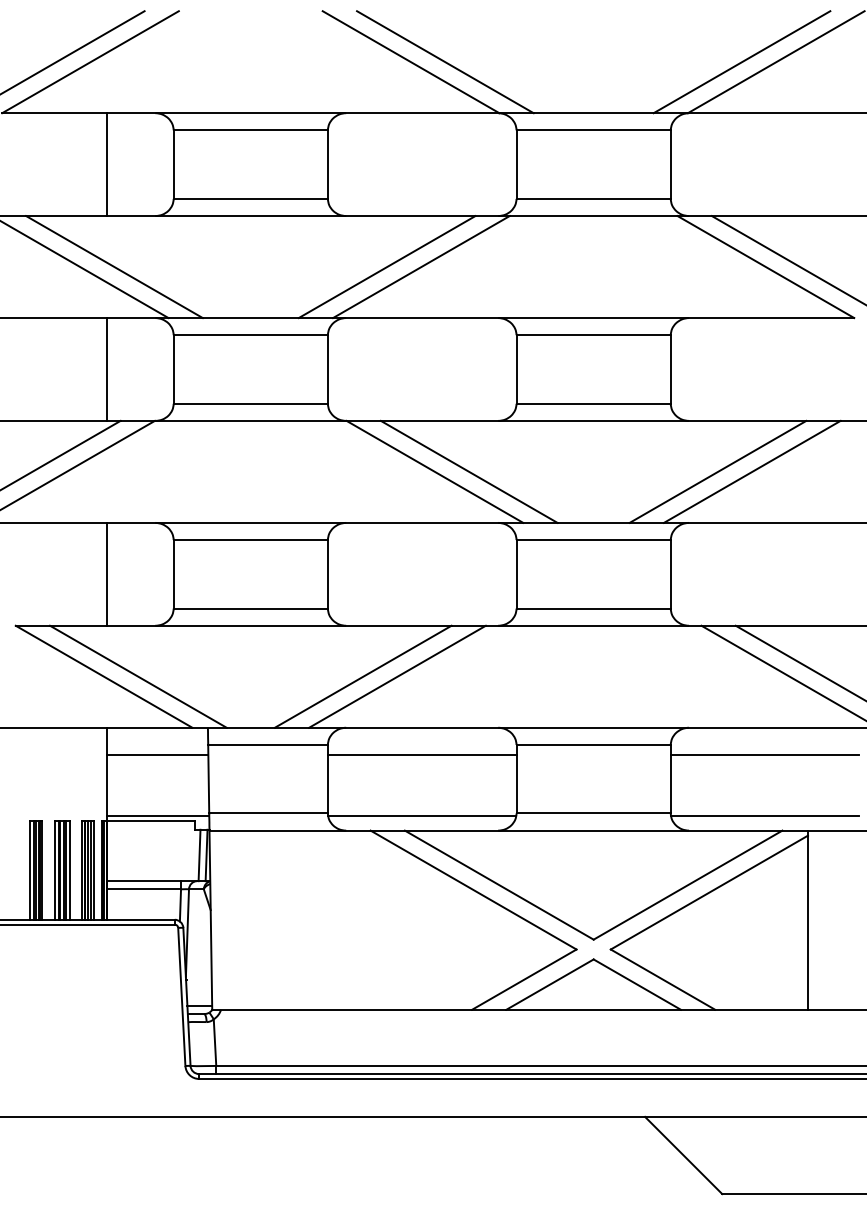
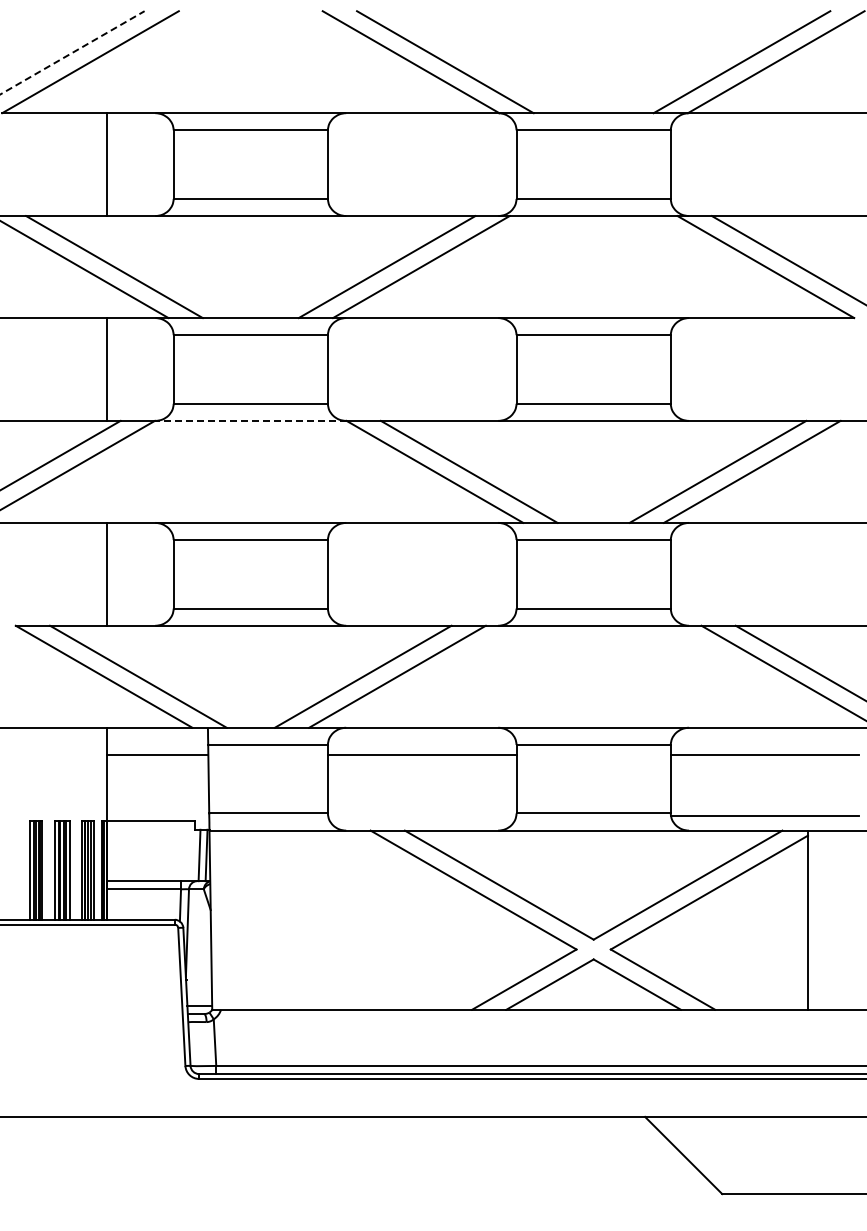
line at (72, 52): solid -> dashed
line at (250, 420): solid -> dashed
line at (158, 816): present -> none
line at (422, 816): present -> none
